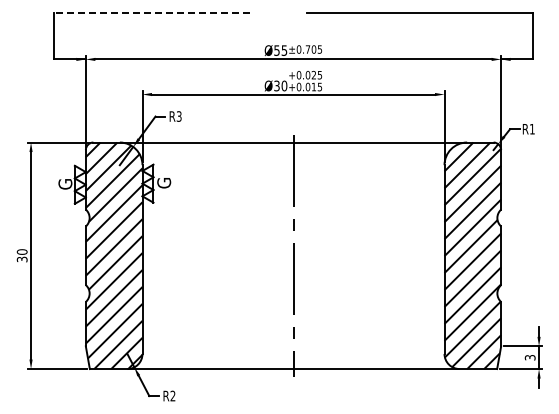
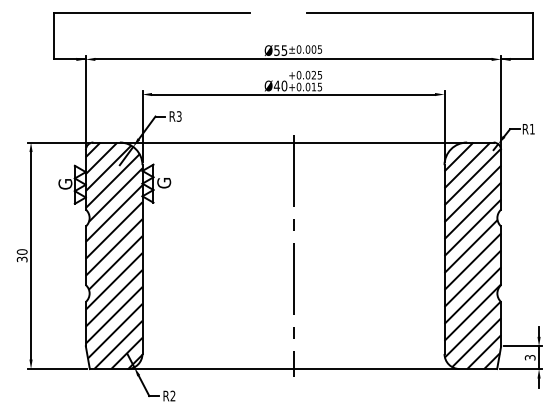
line at (152, 12): dashed -> solid
text at (307, 49): ±0.705 -> ±0.005
text at (276, 85): Ø30 -> Ø40
